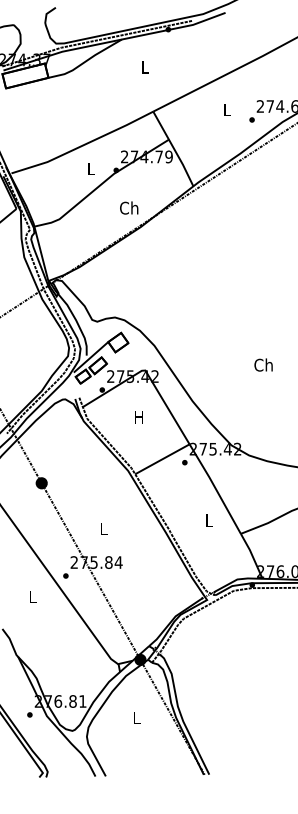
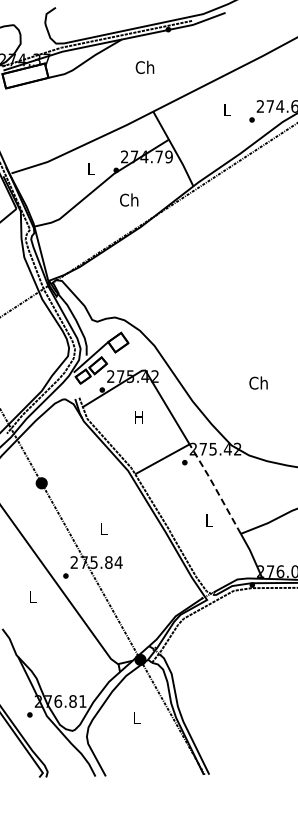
text at (144, 67): L -> Ch
text at (129, 207) position: (129, 207) -> (129, 199)
text at (263, 364) position: (263, 364) -> (258, 382)
line at (215, 487): solid -> dashed
